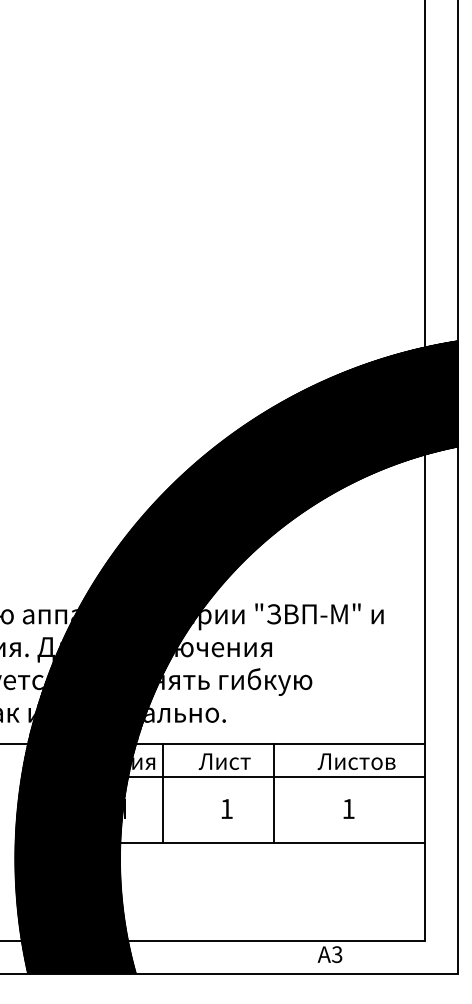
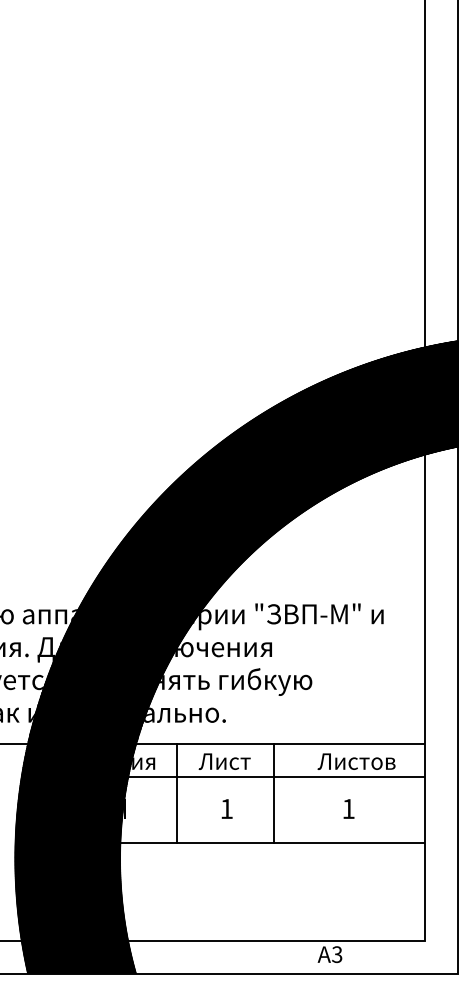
line at (162, 793) position: (162, 793) -> (176, 793)
